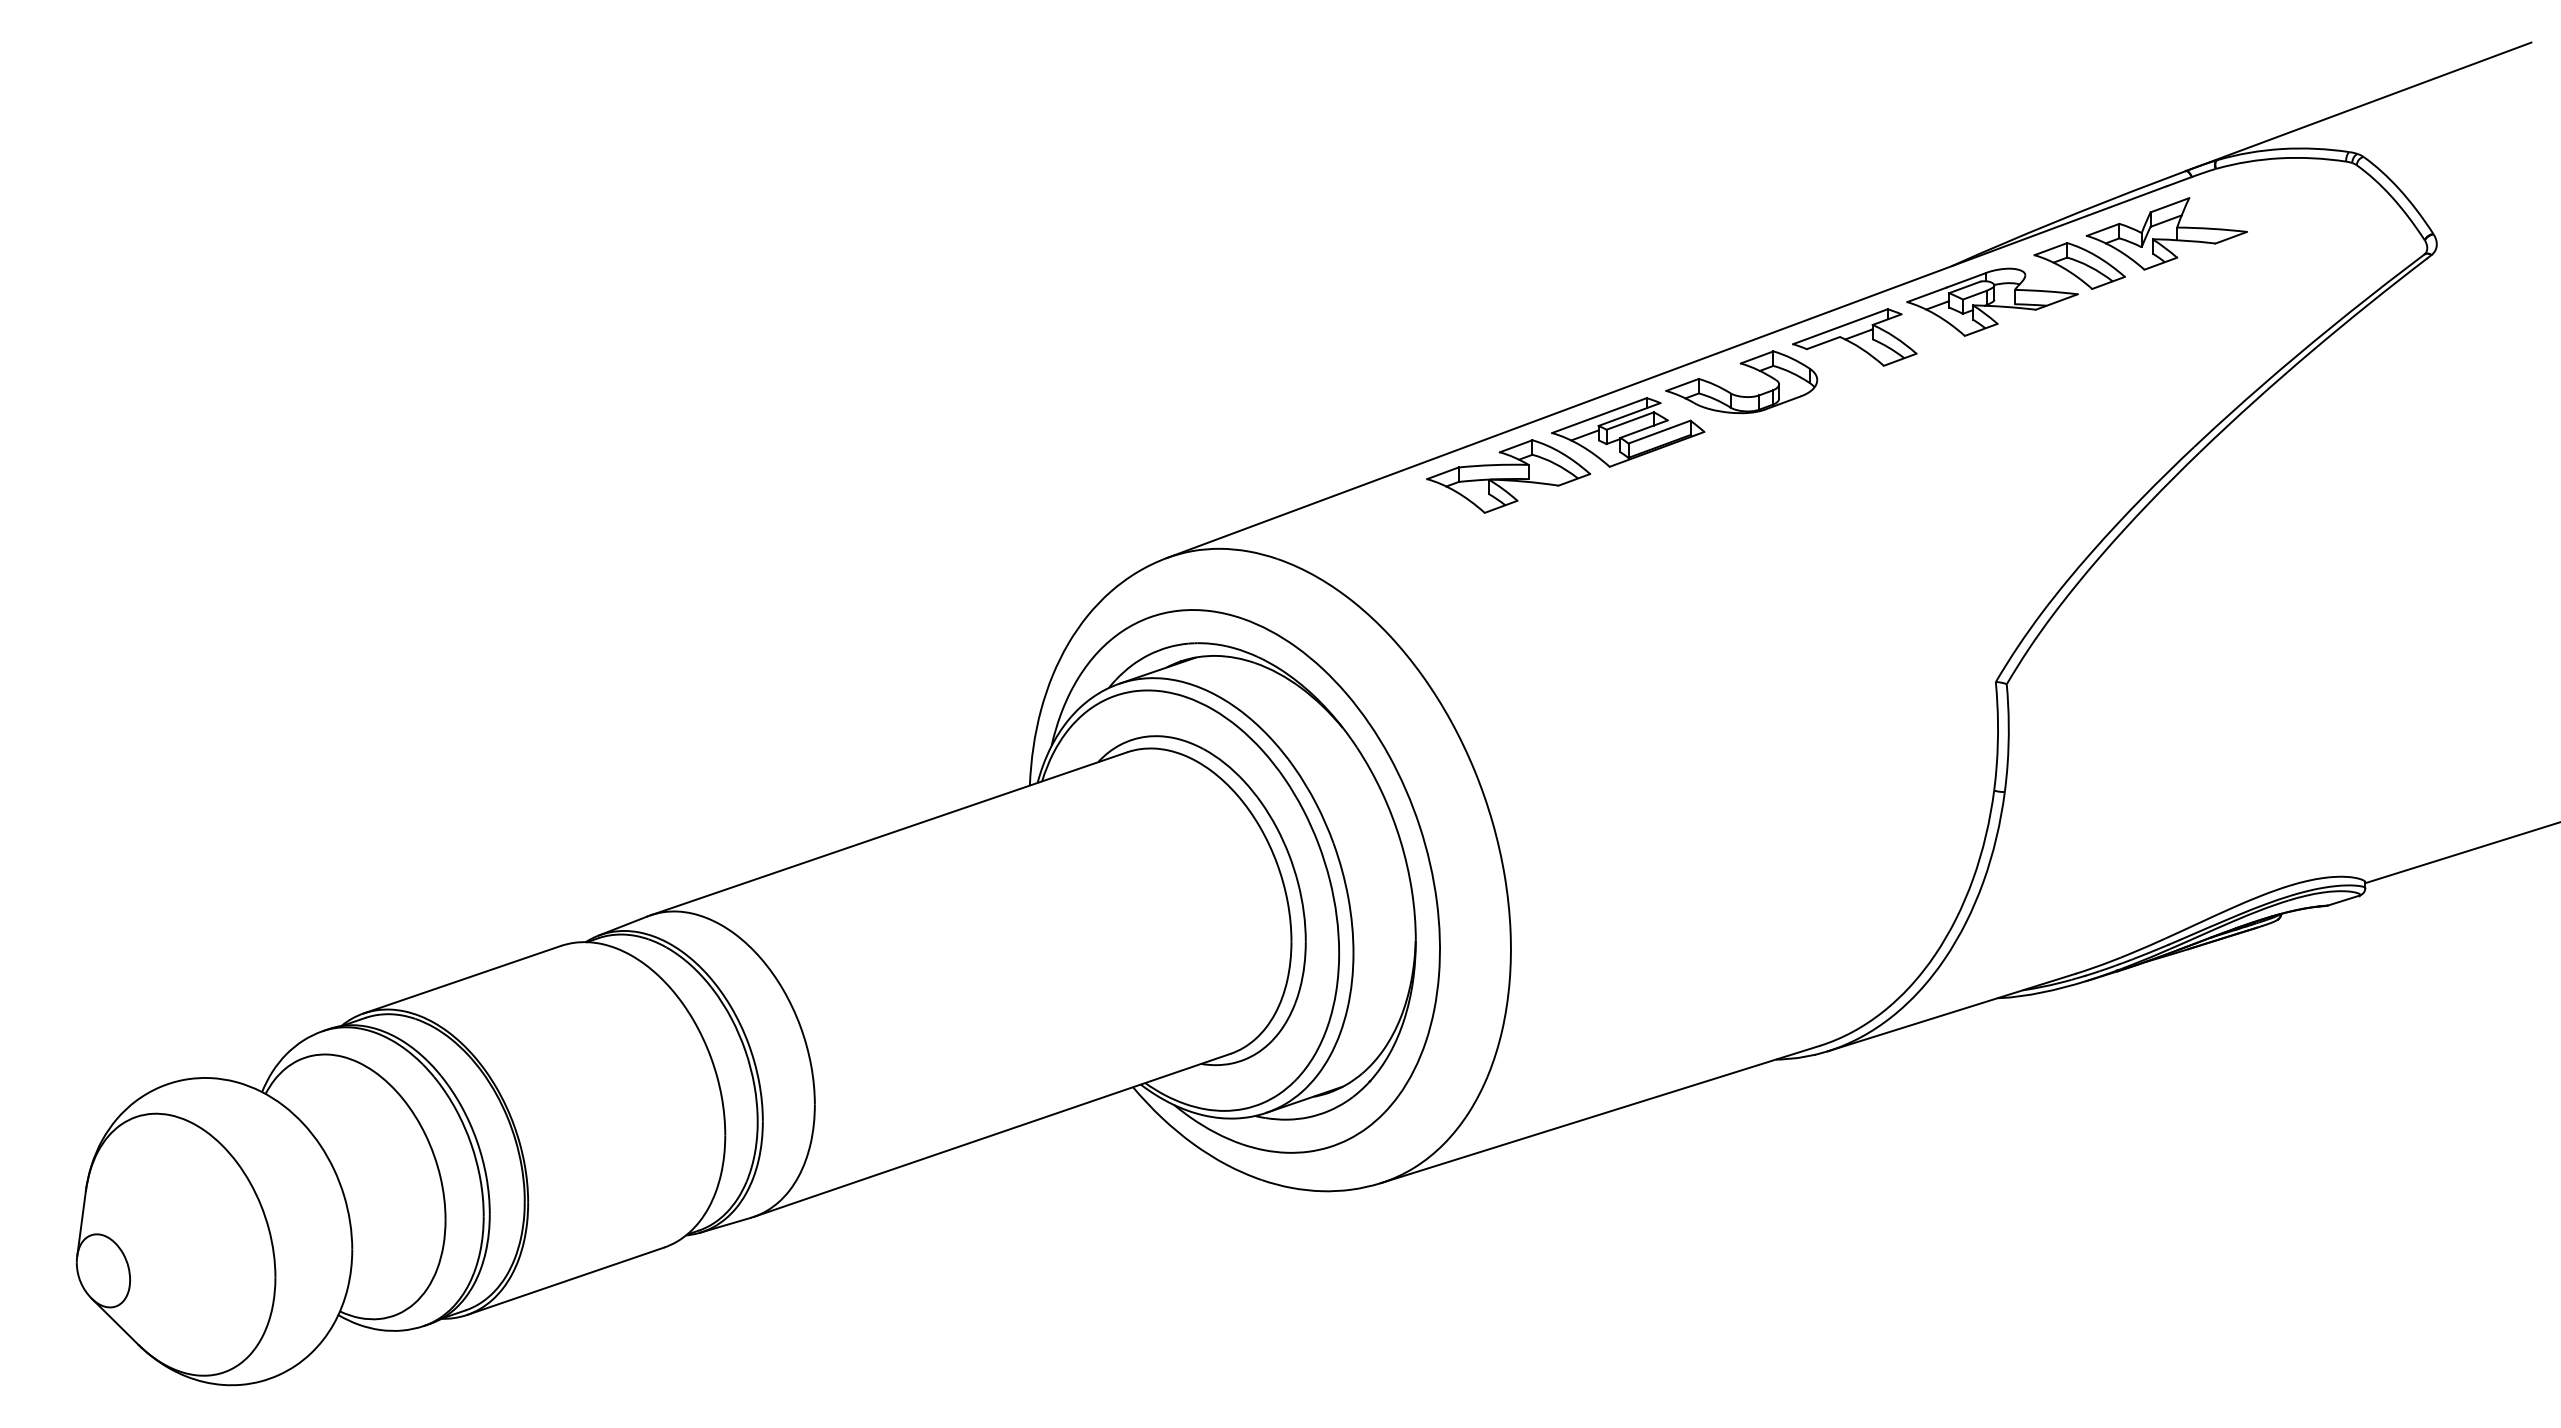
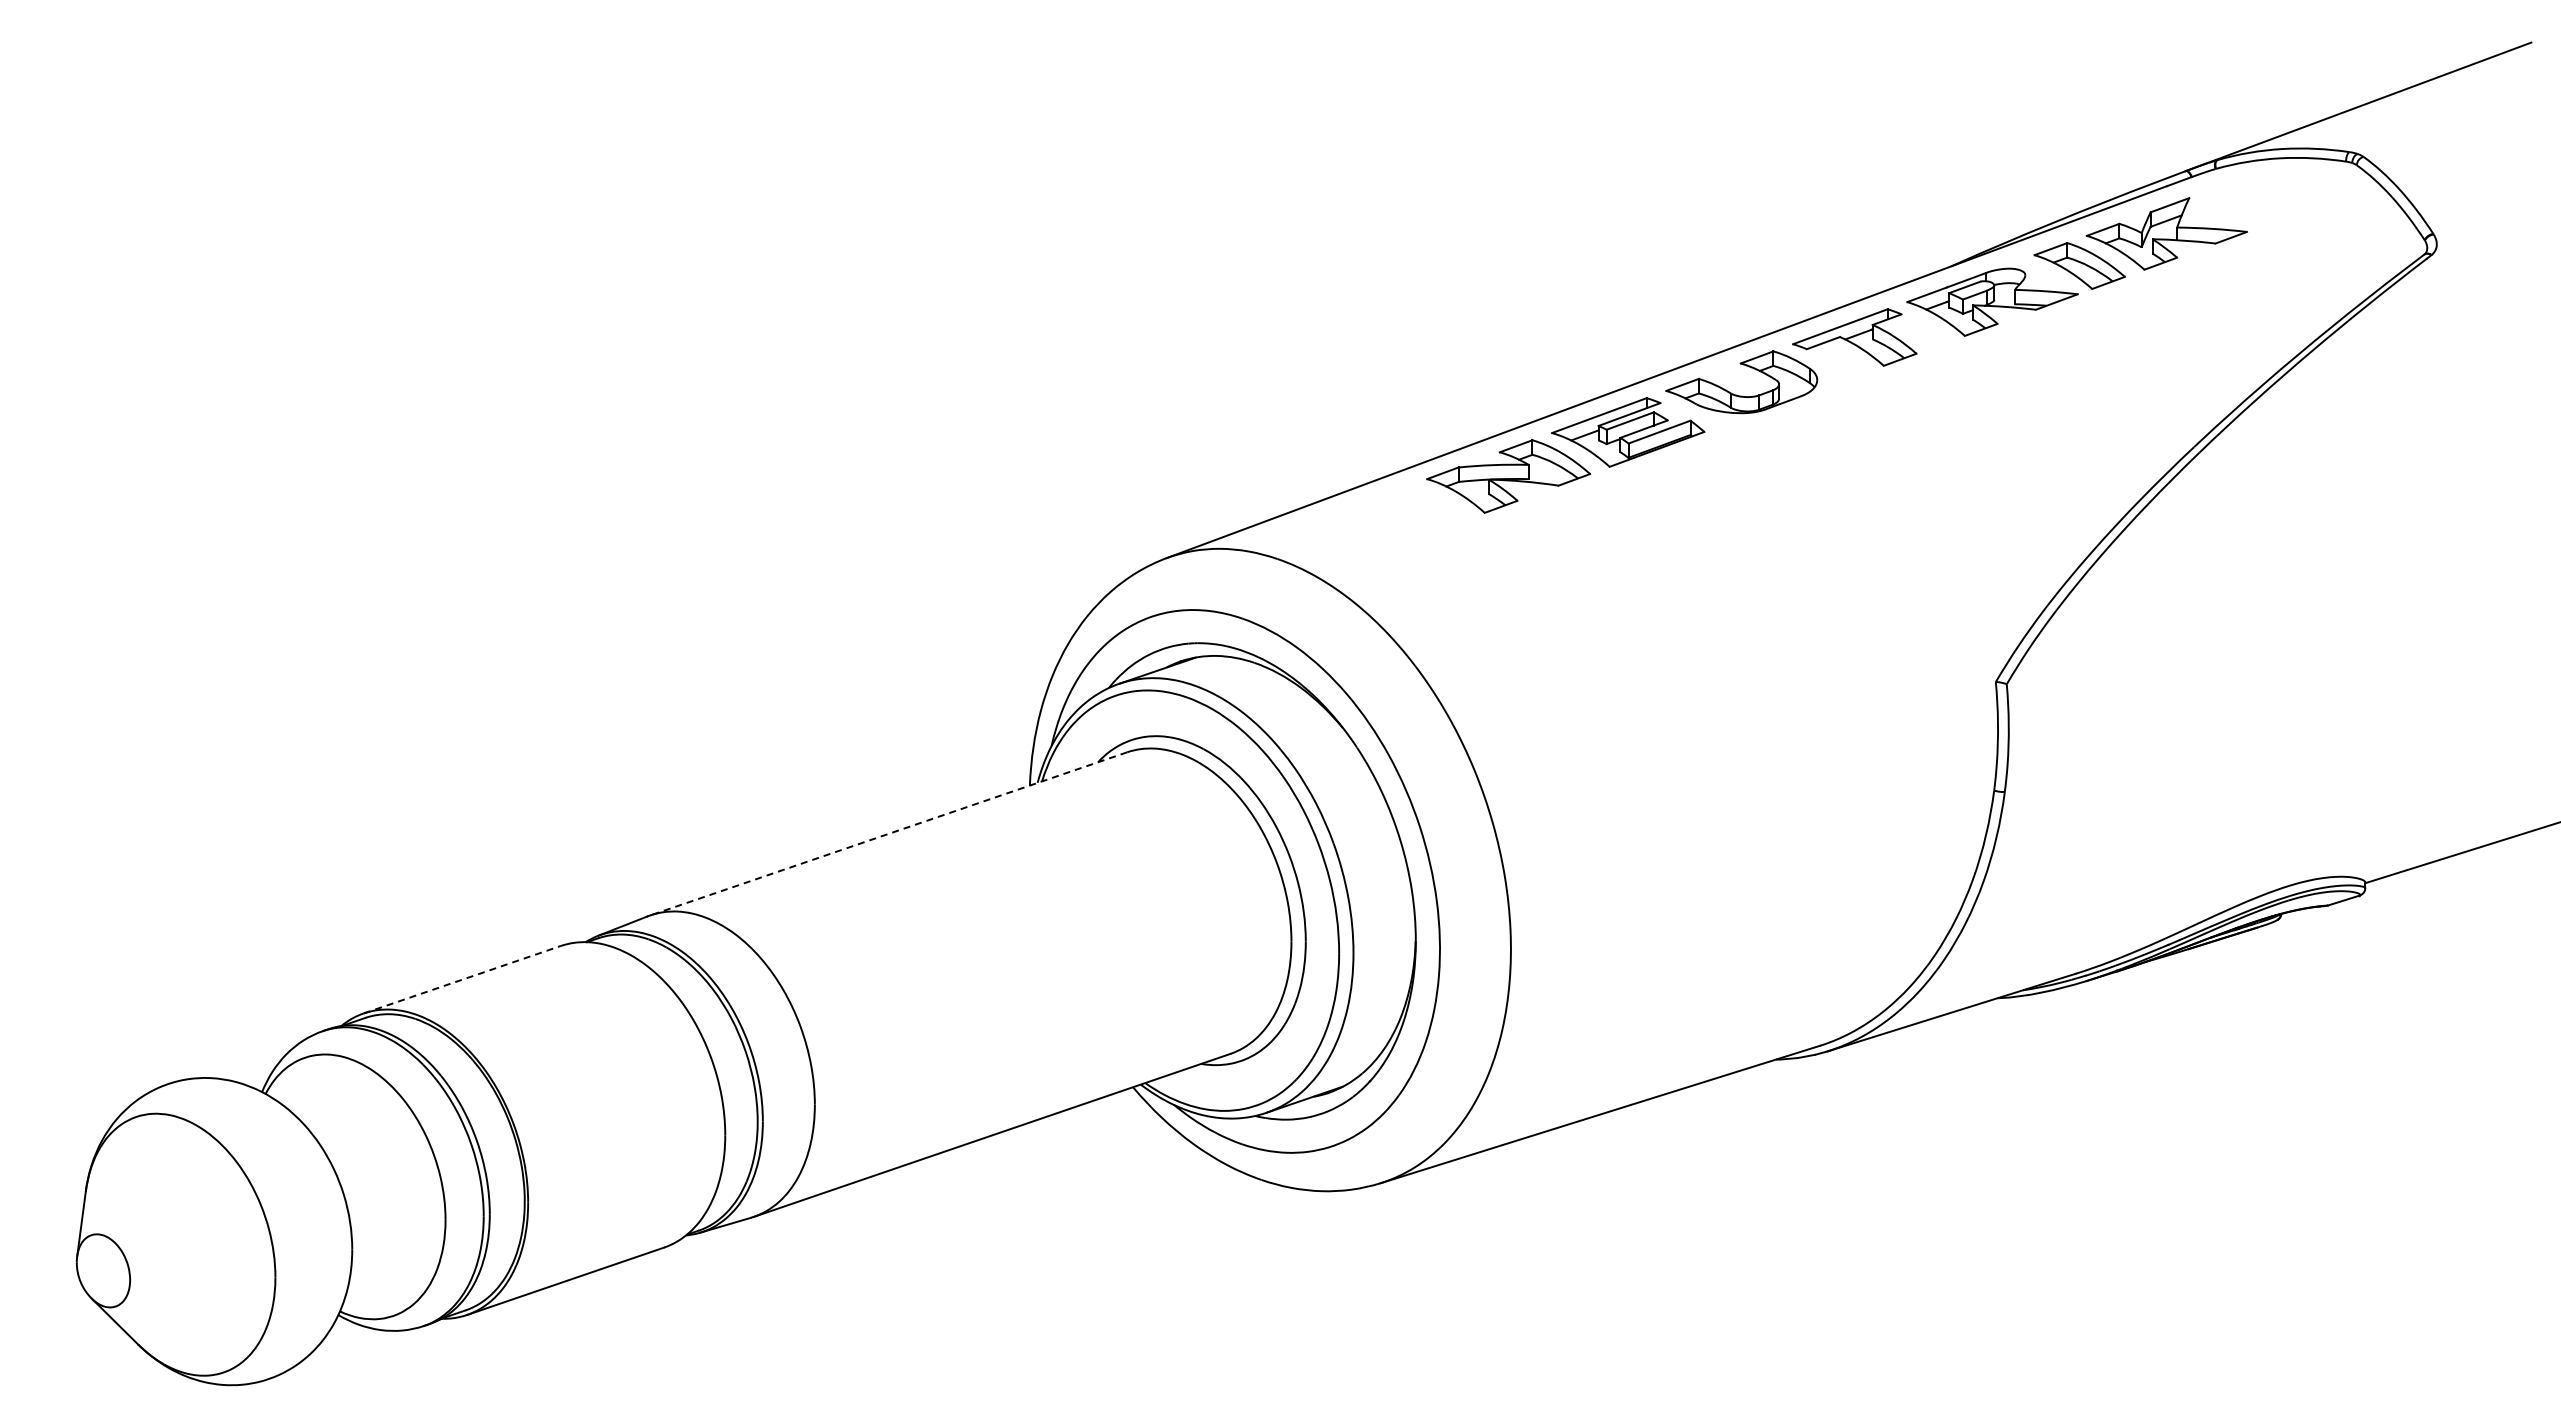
line at (888, 833): solid -> dashed
line at (462, 979): solid -> dashed
